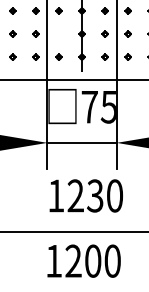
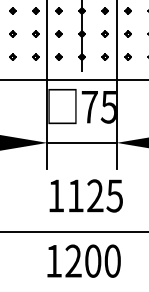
part at (58, 33): none -> present
text at (95, 195): 1230 -> 1125
